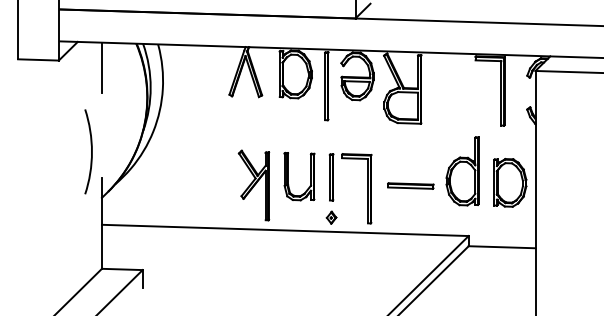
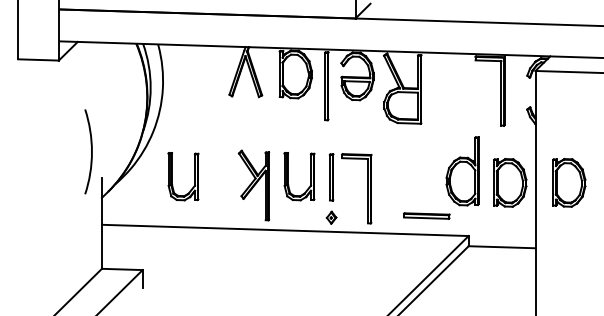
line at (101, 67): present -> none
part at (172, 176): none -> present
part at (569, 182): none -> present
part at (410, 185) position: (410, 185) -> (426, 215)
